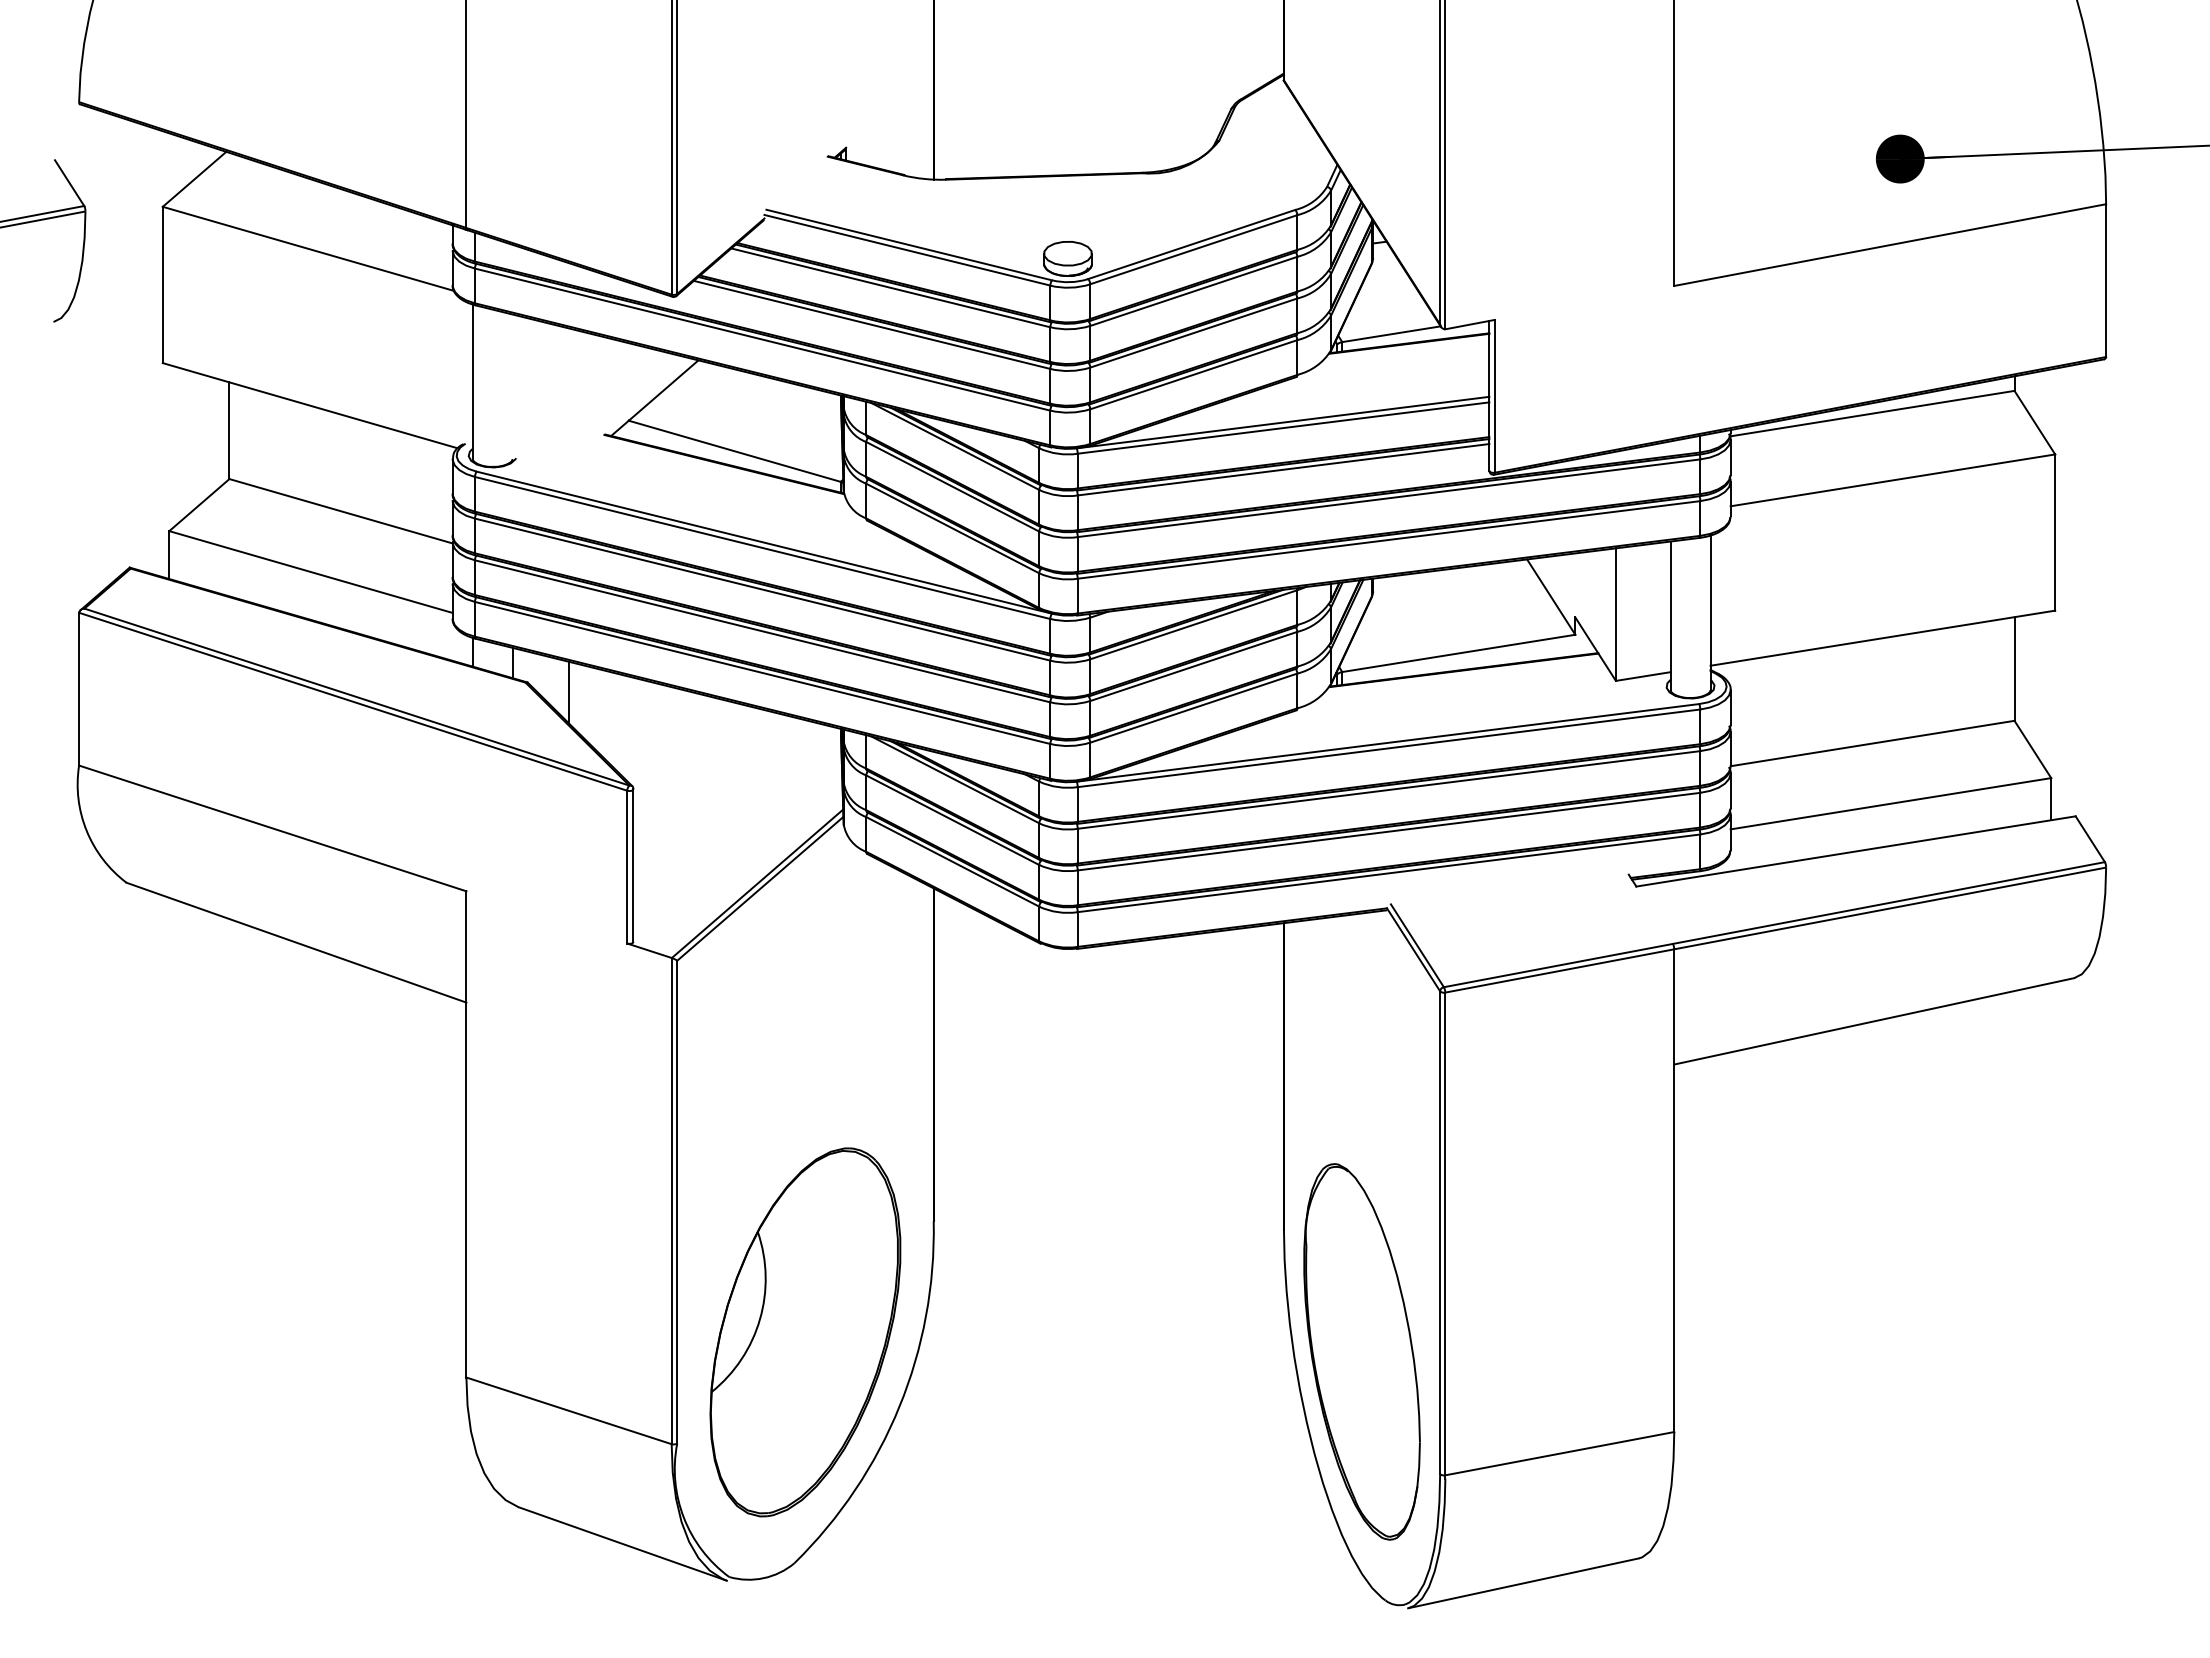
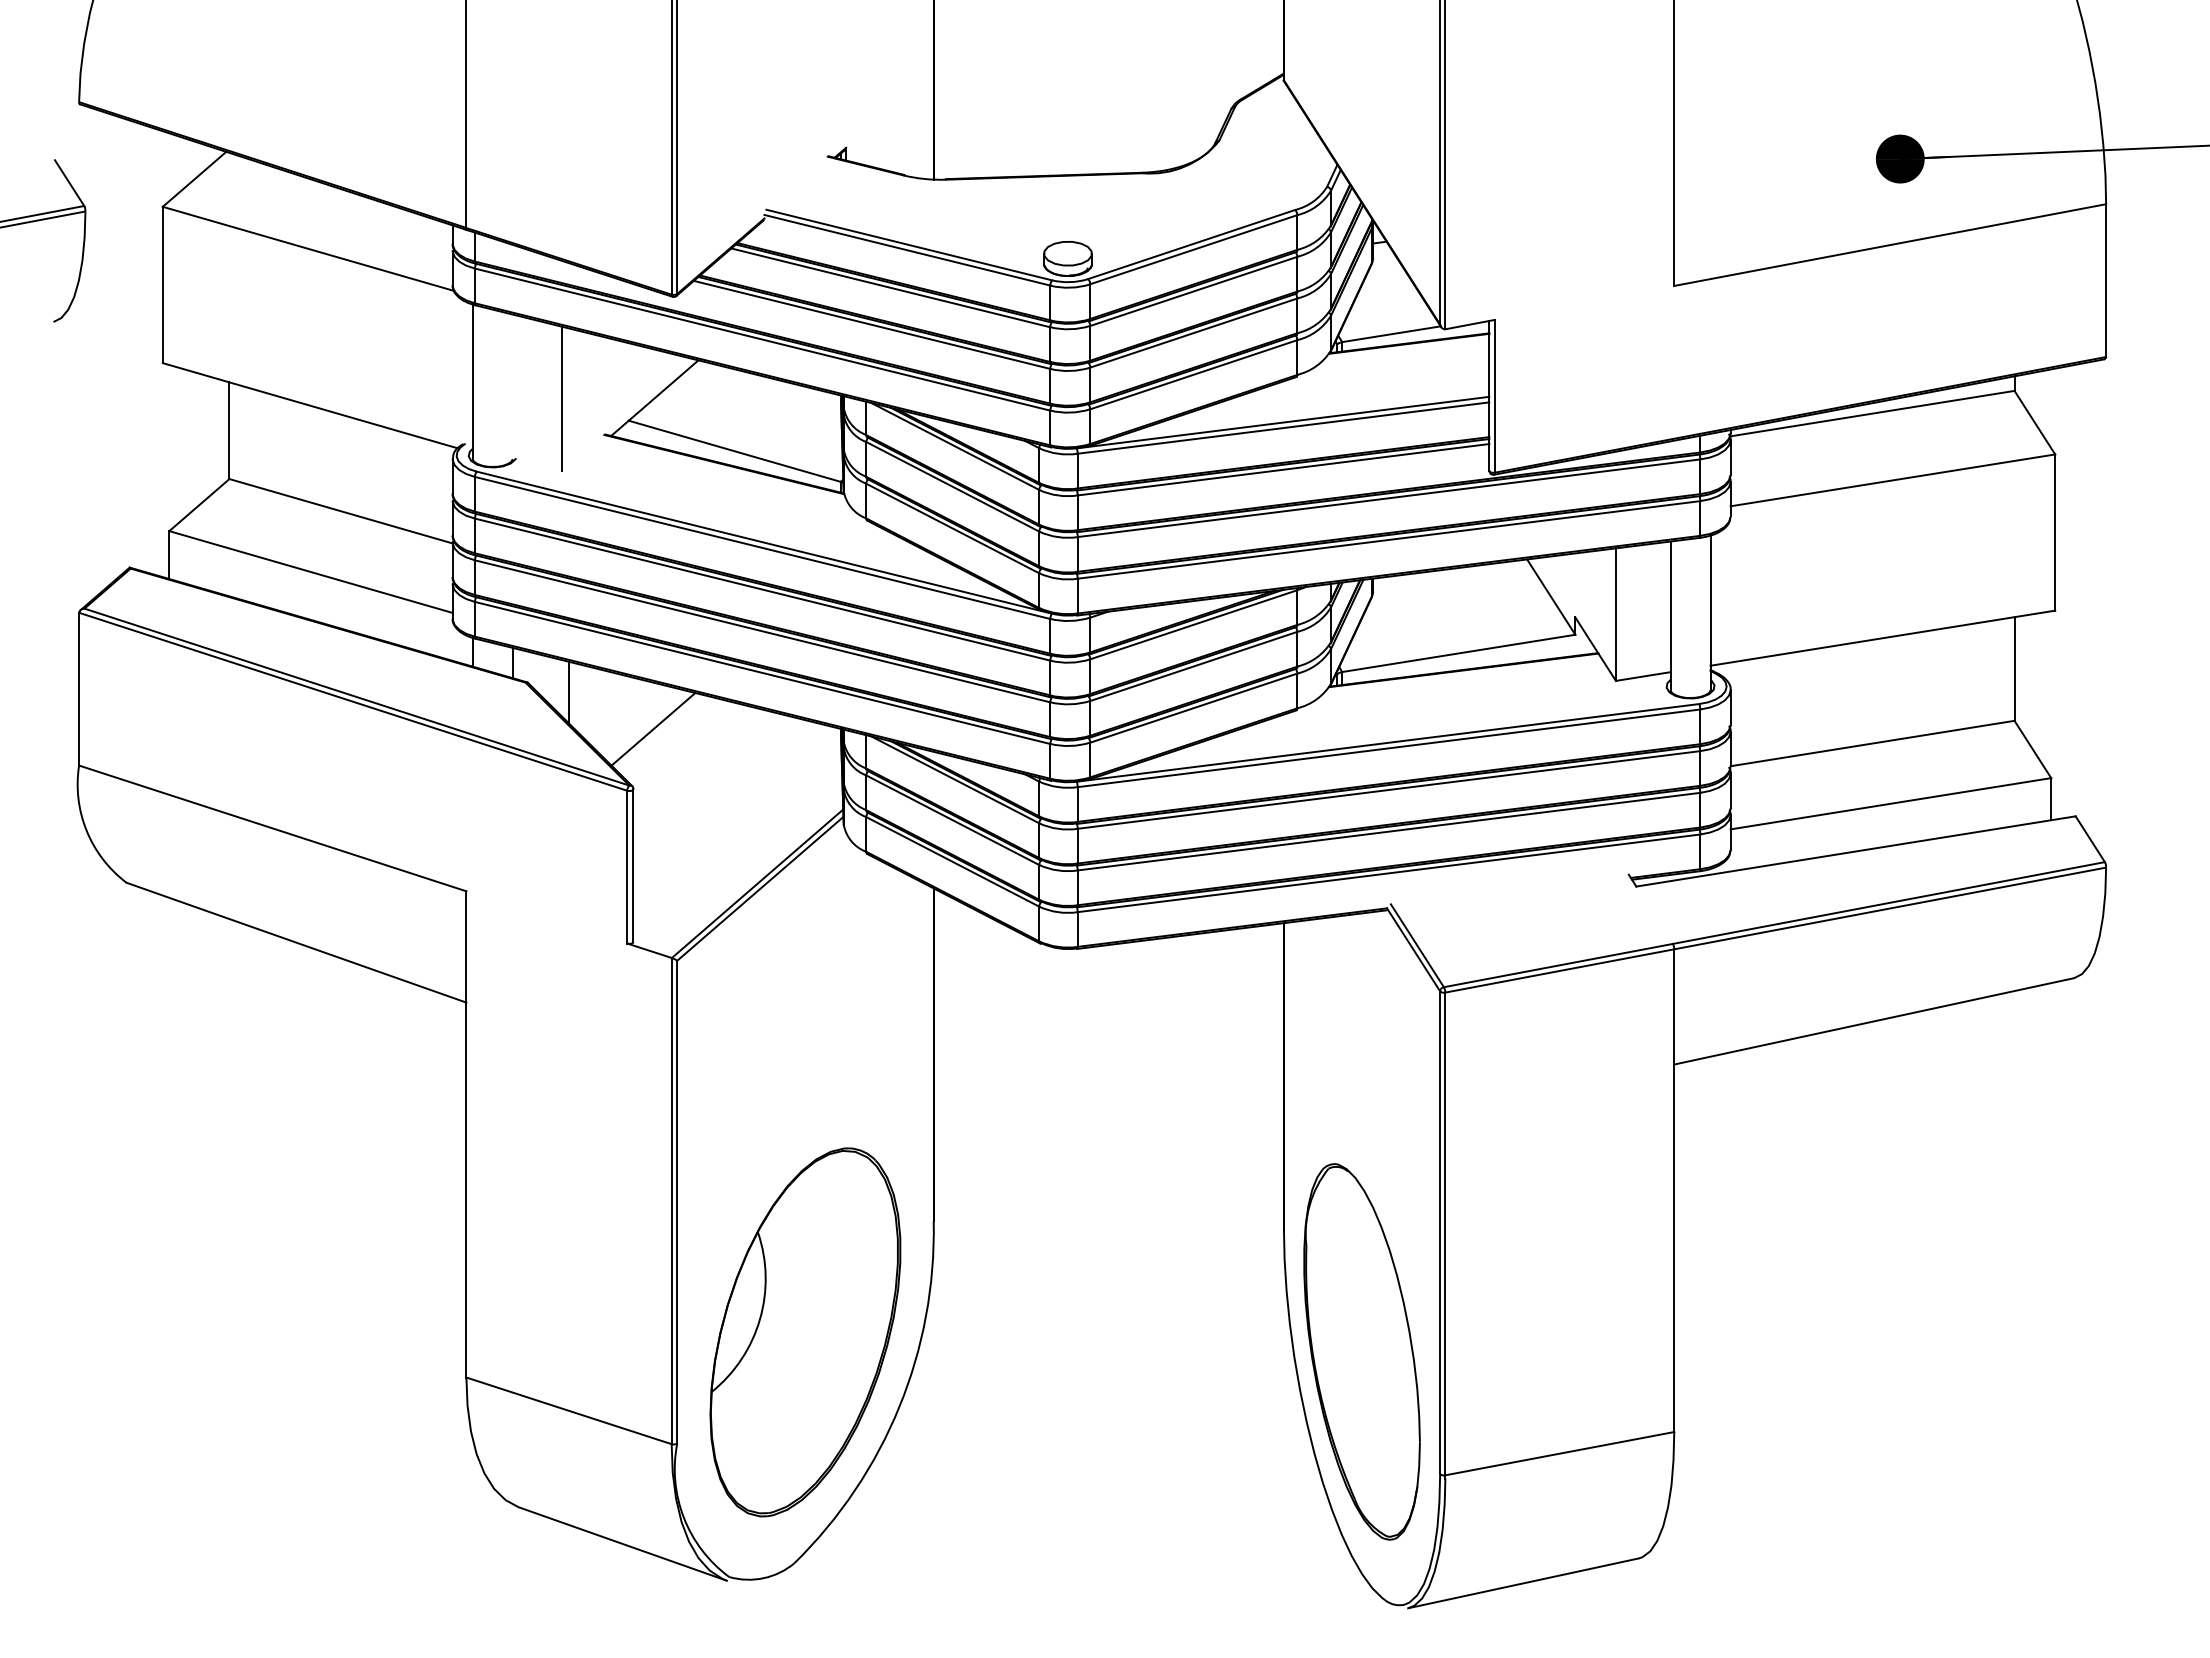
line at (562, 398): none -> present
line at (653, 728): none -> present
